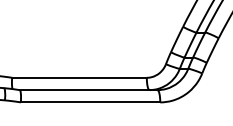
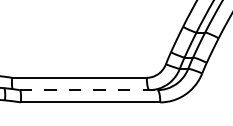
line at (88, 90): solid -> dashed
